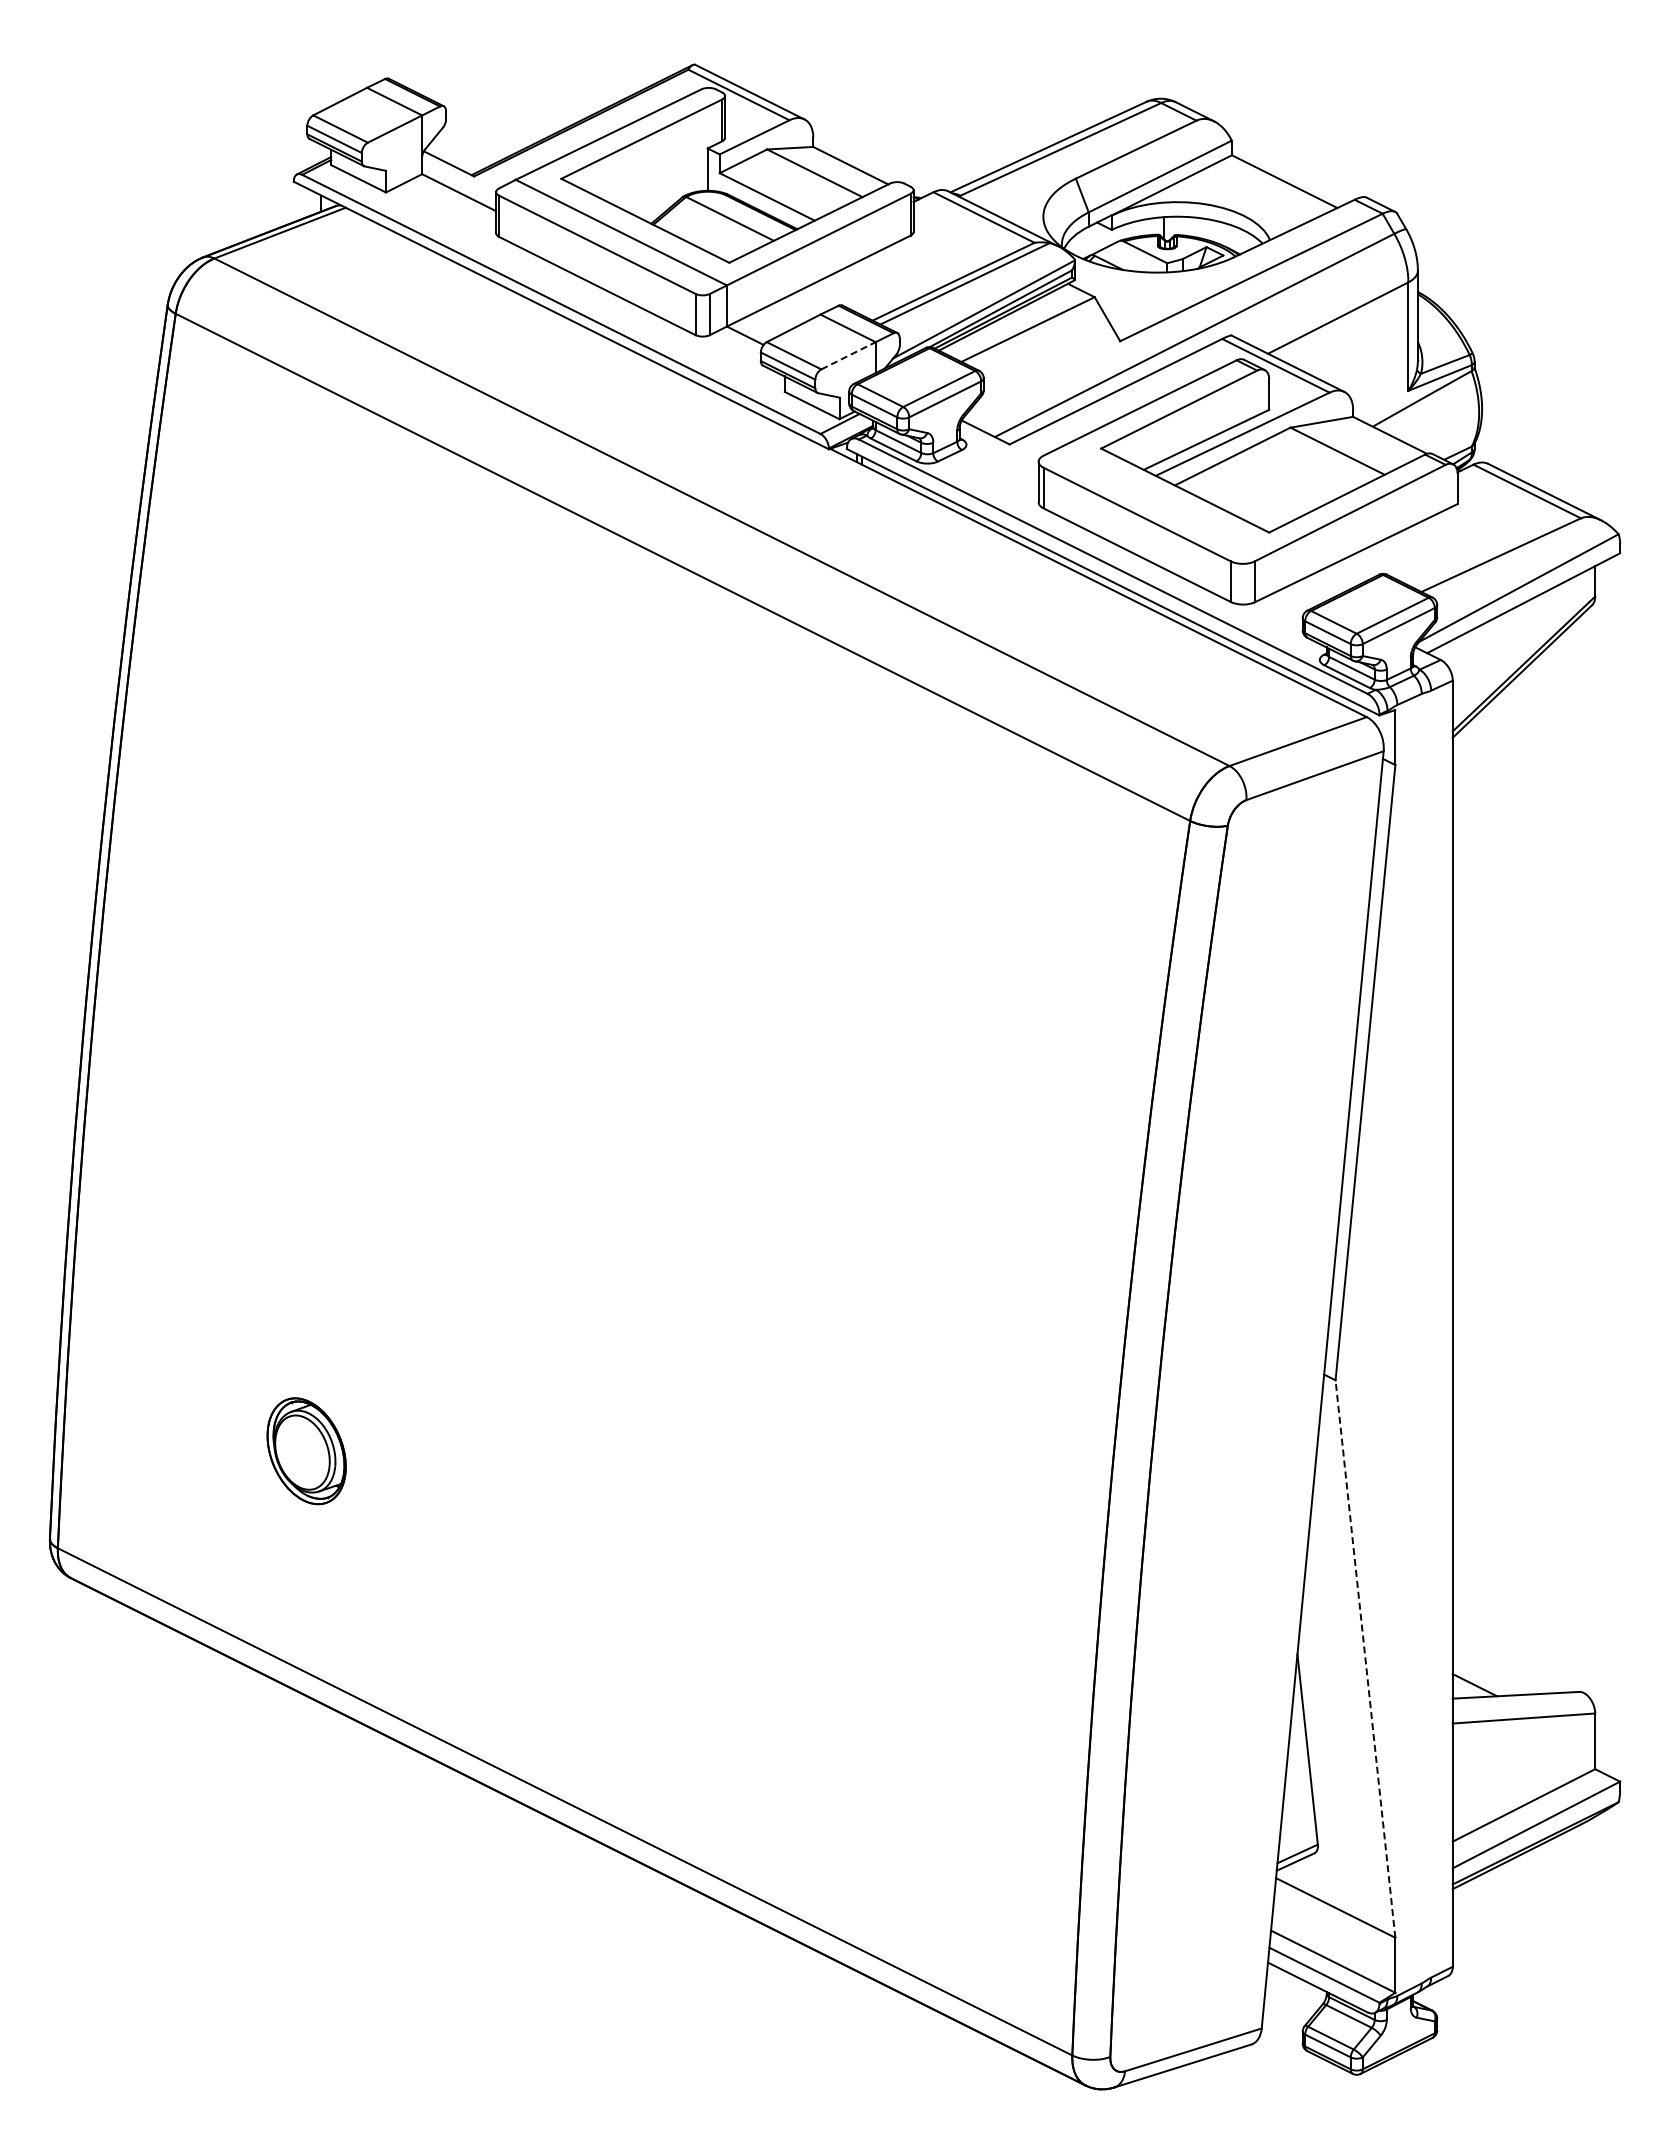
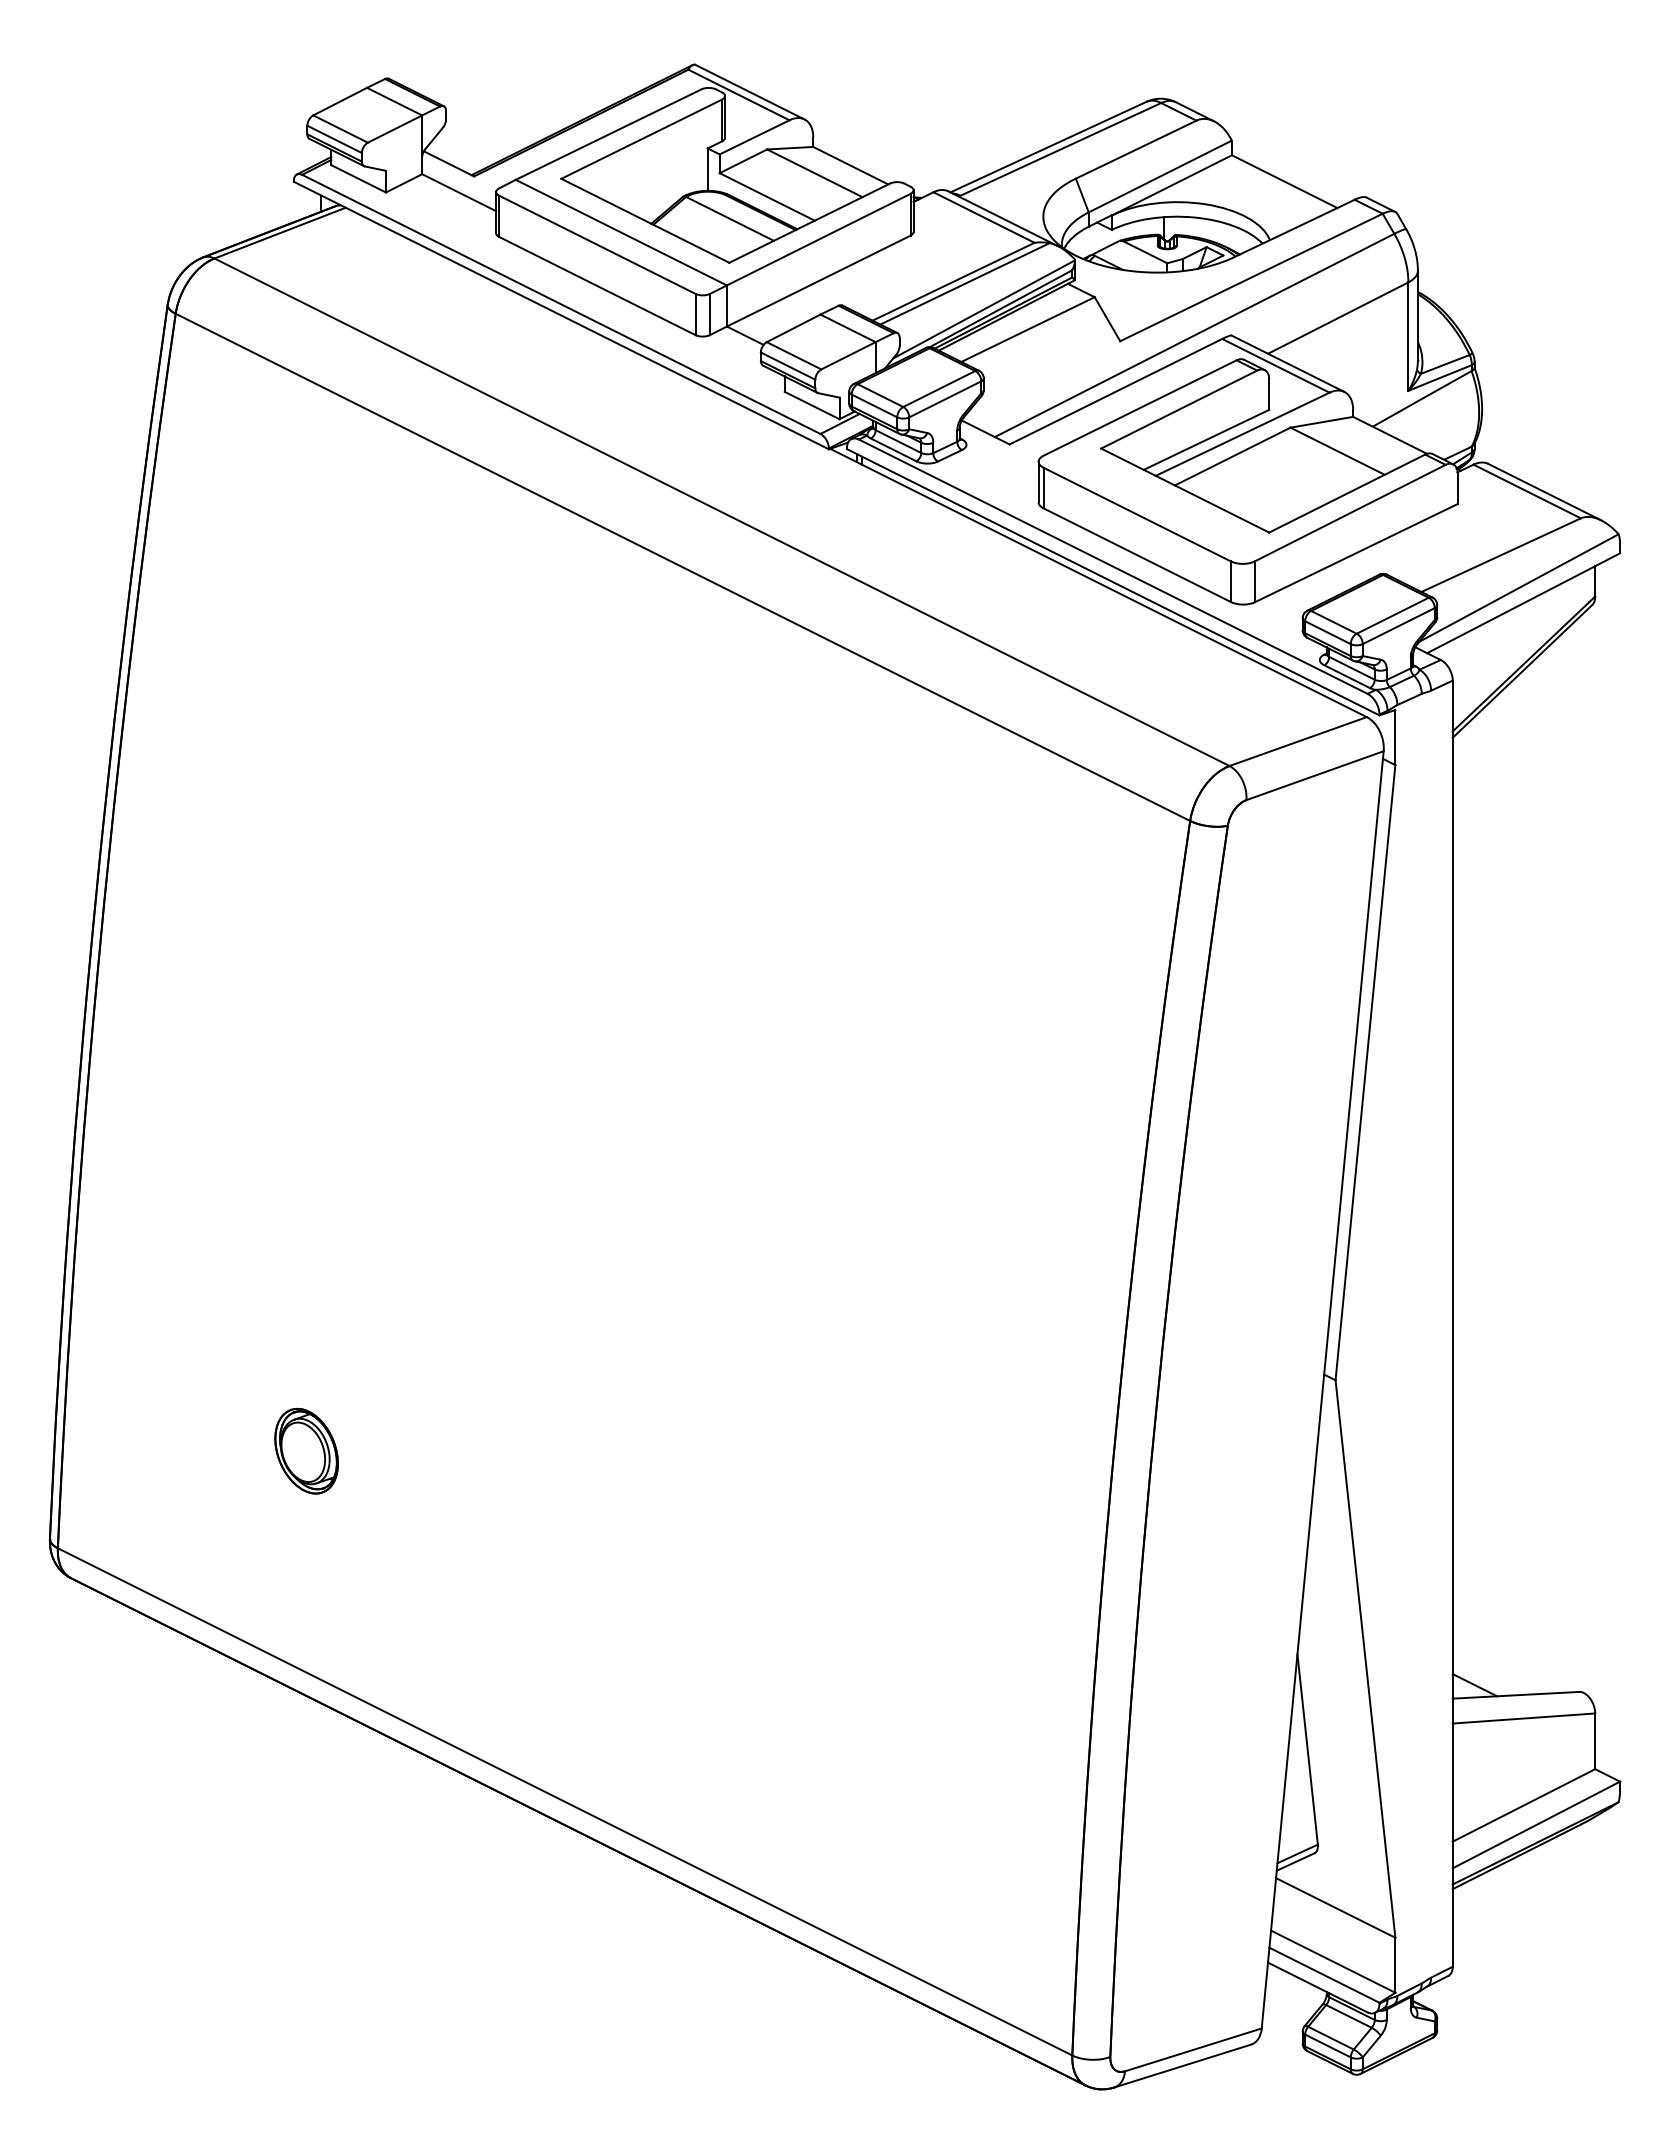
line at (848, 355): dashed -> solid
part at (306, 1451) size: 81x109 px -> 65x88 px
line at (1365, 1658): dashed -> solid
